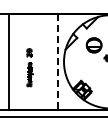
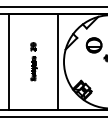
line at (53, 6): none -> present
line at (57, 61): dashed -> solid
part at (29, 67) position: (29, 67) -> (33, 61)
